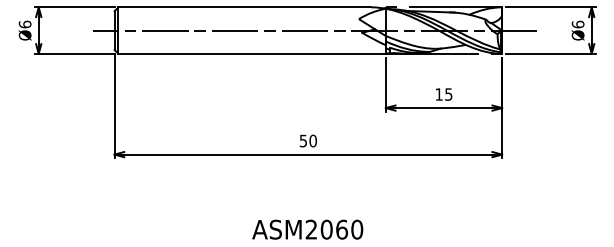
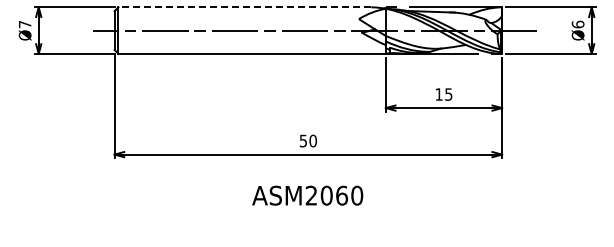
line at (244, 7): solid -> dashed
text at (24, 24): Ø6 -> Ø7
text at (307, 229) position: (307, 229) -> (307, 195)
